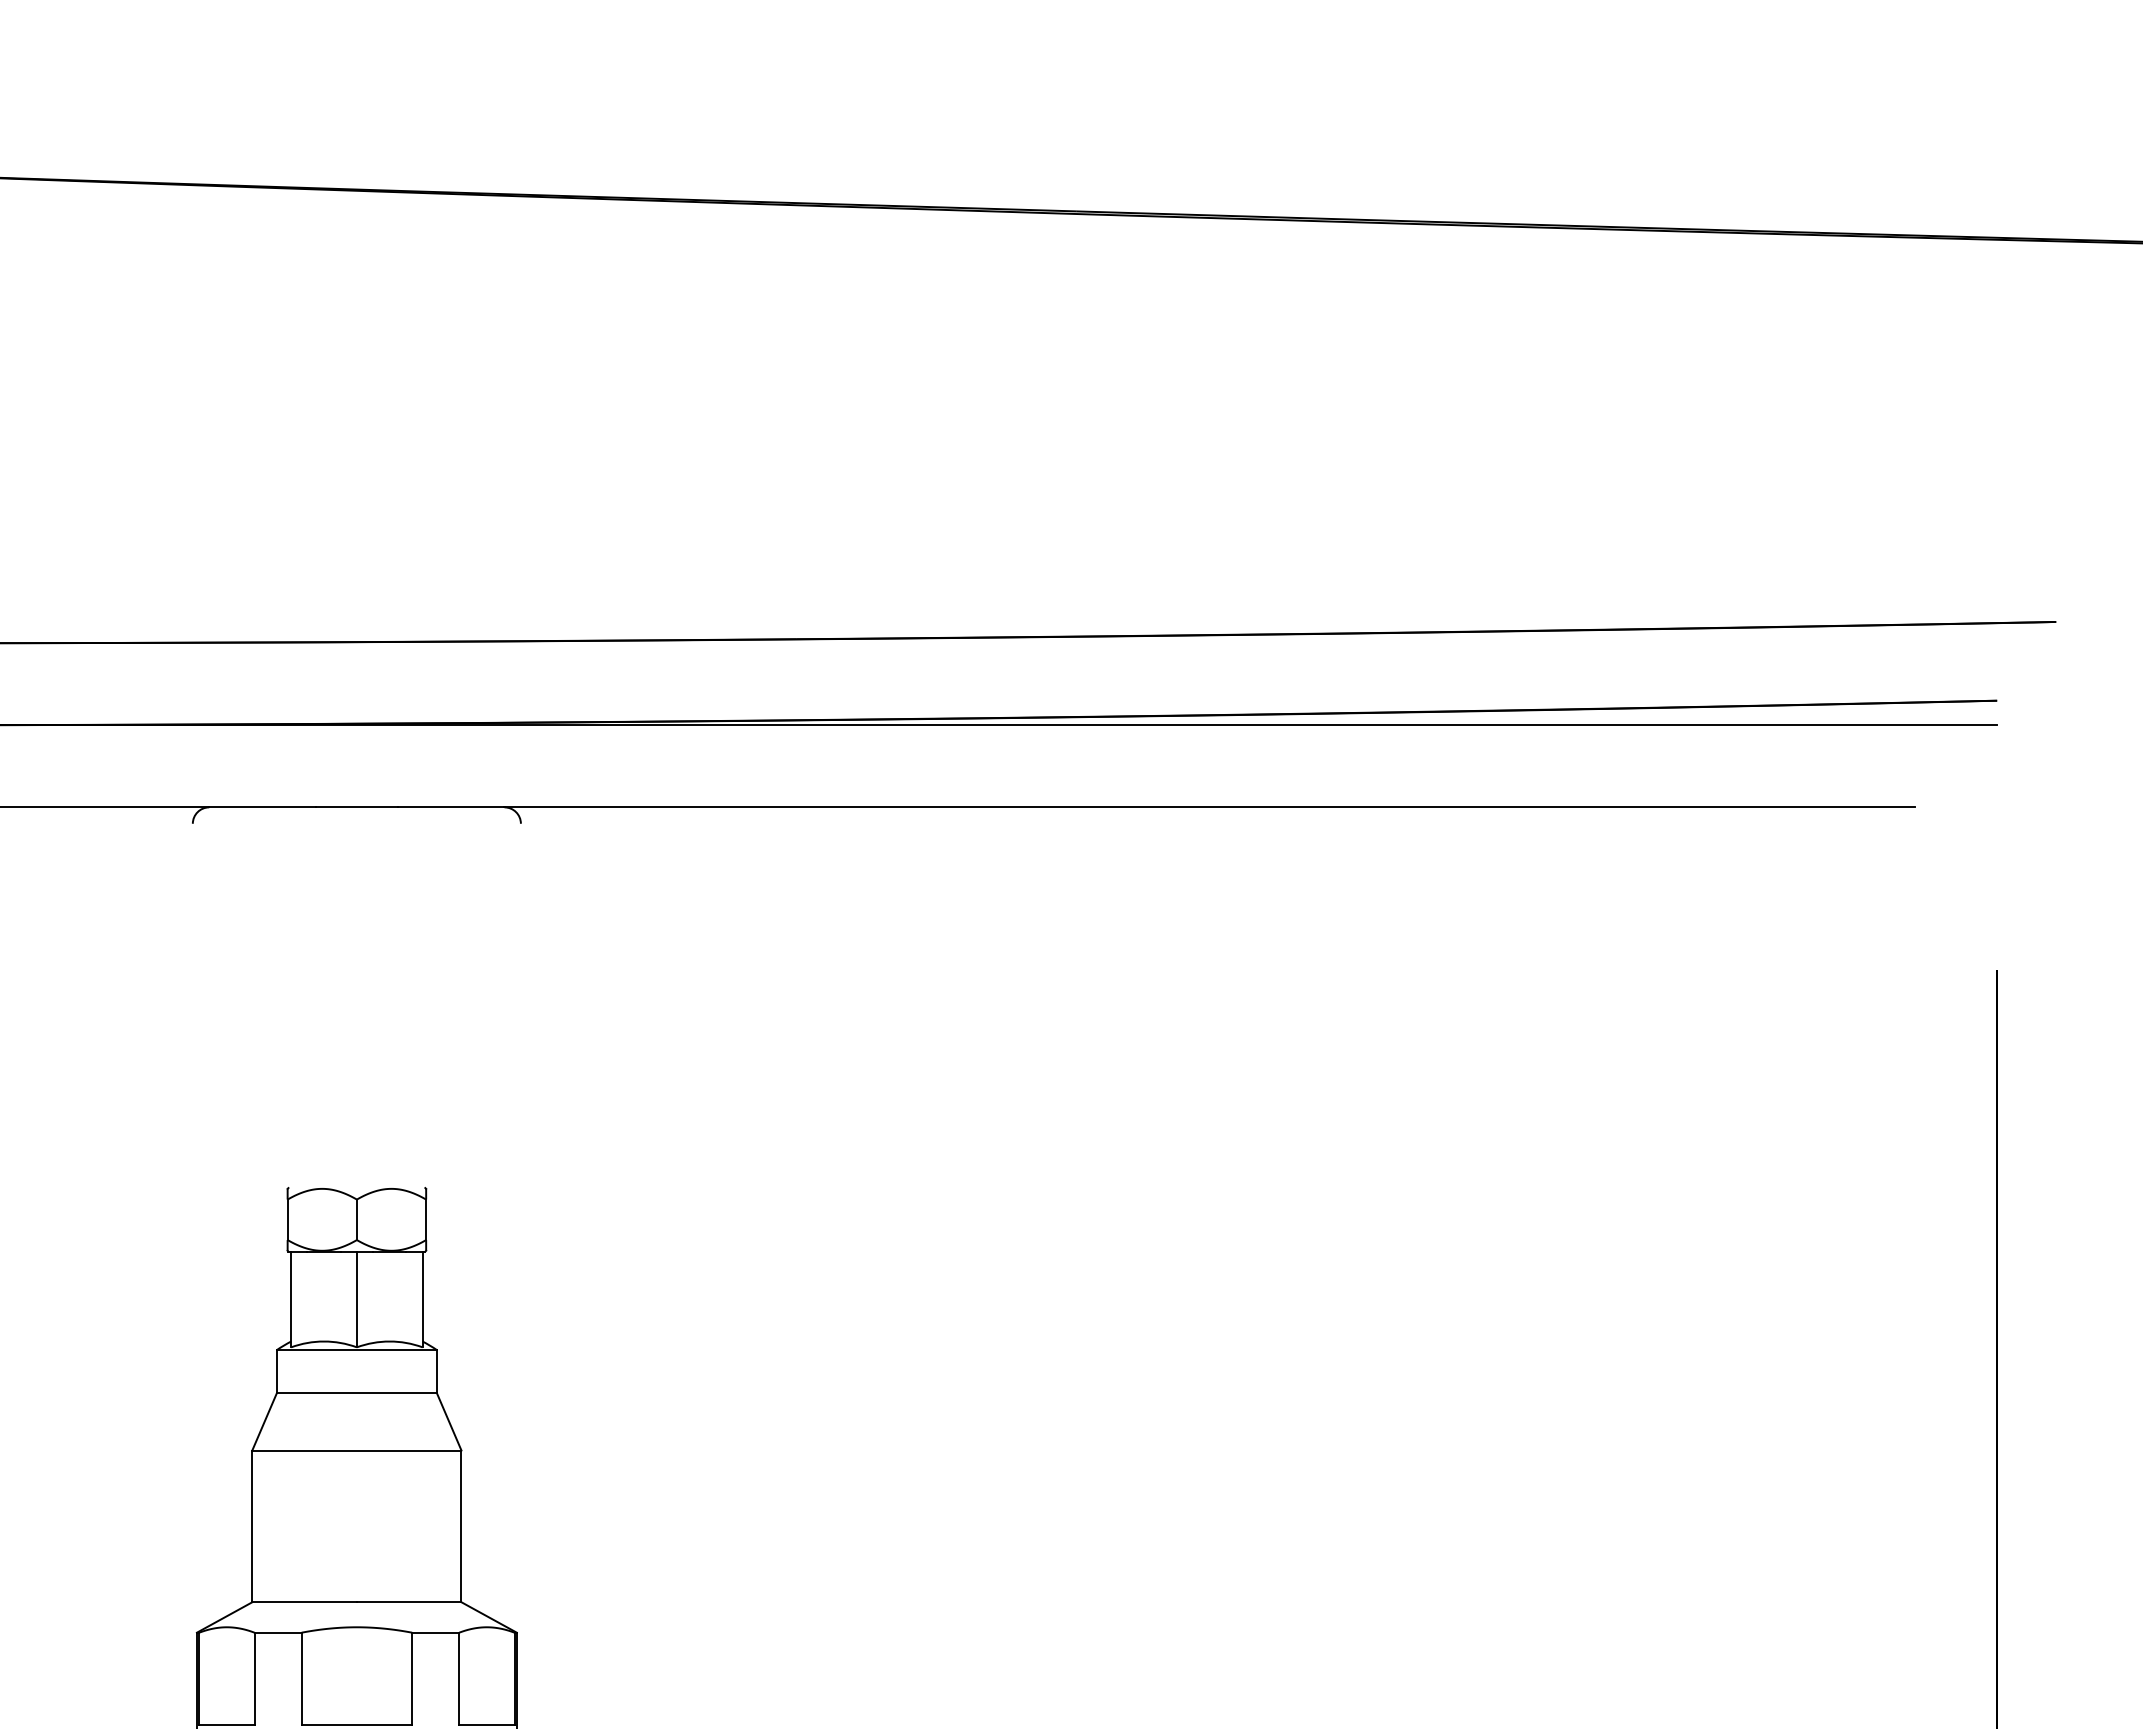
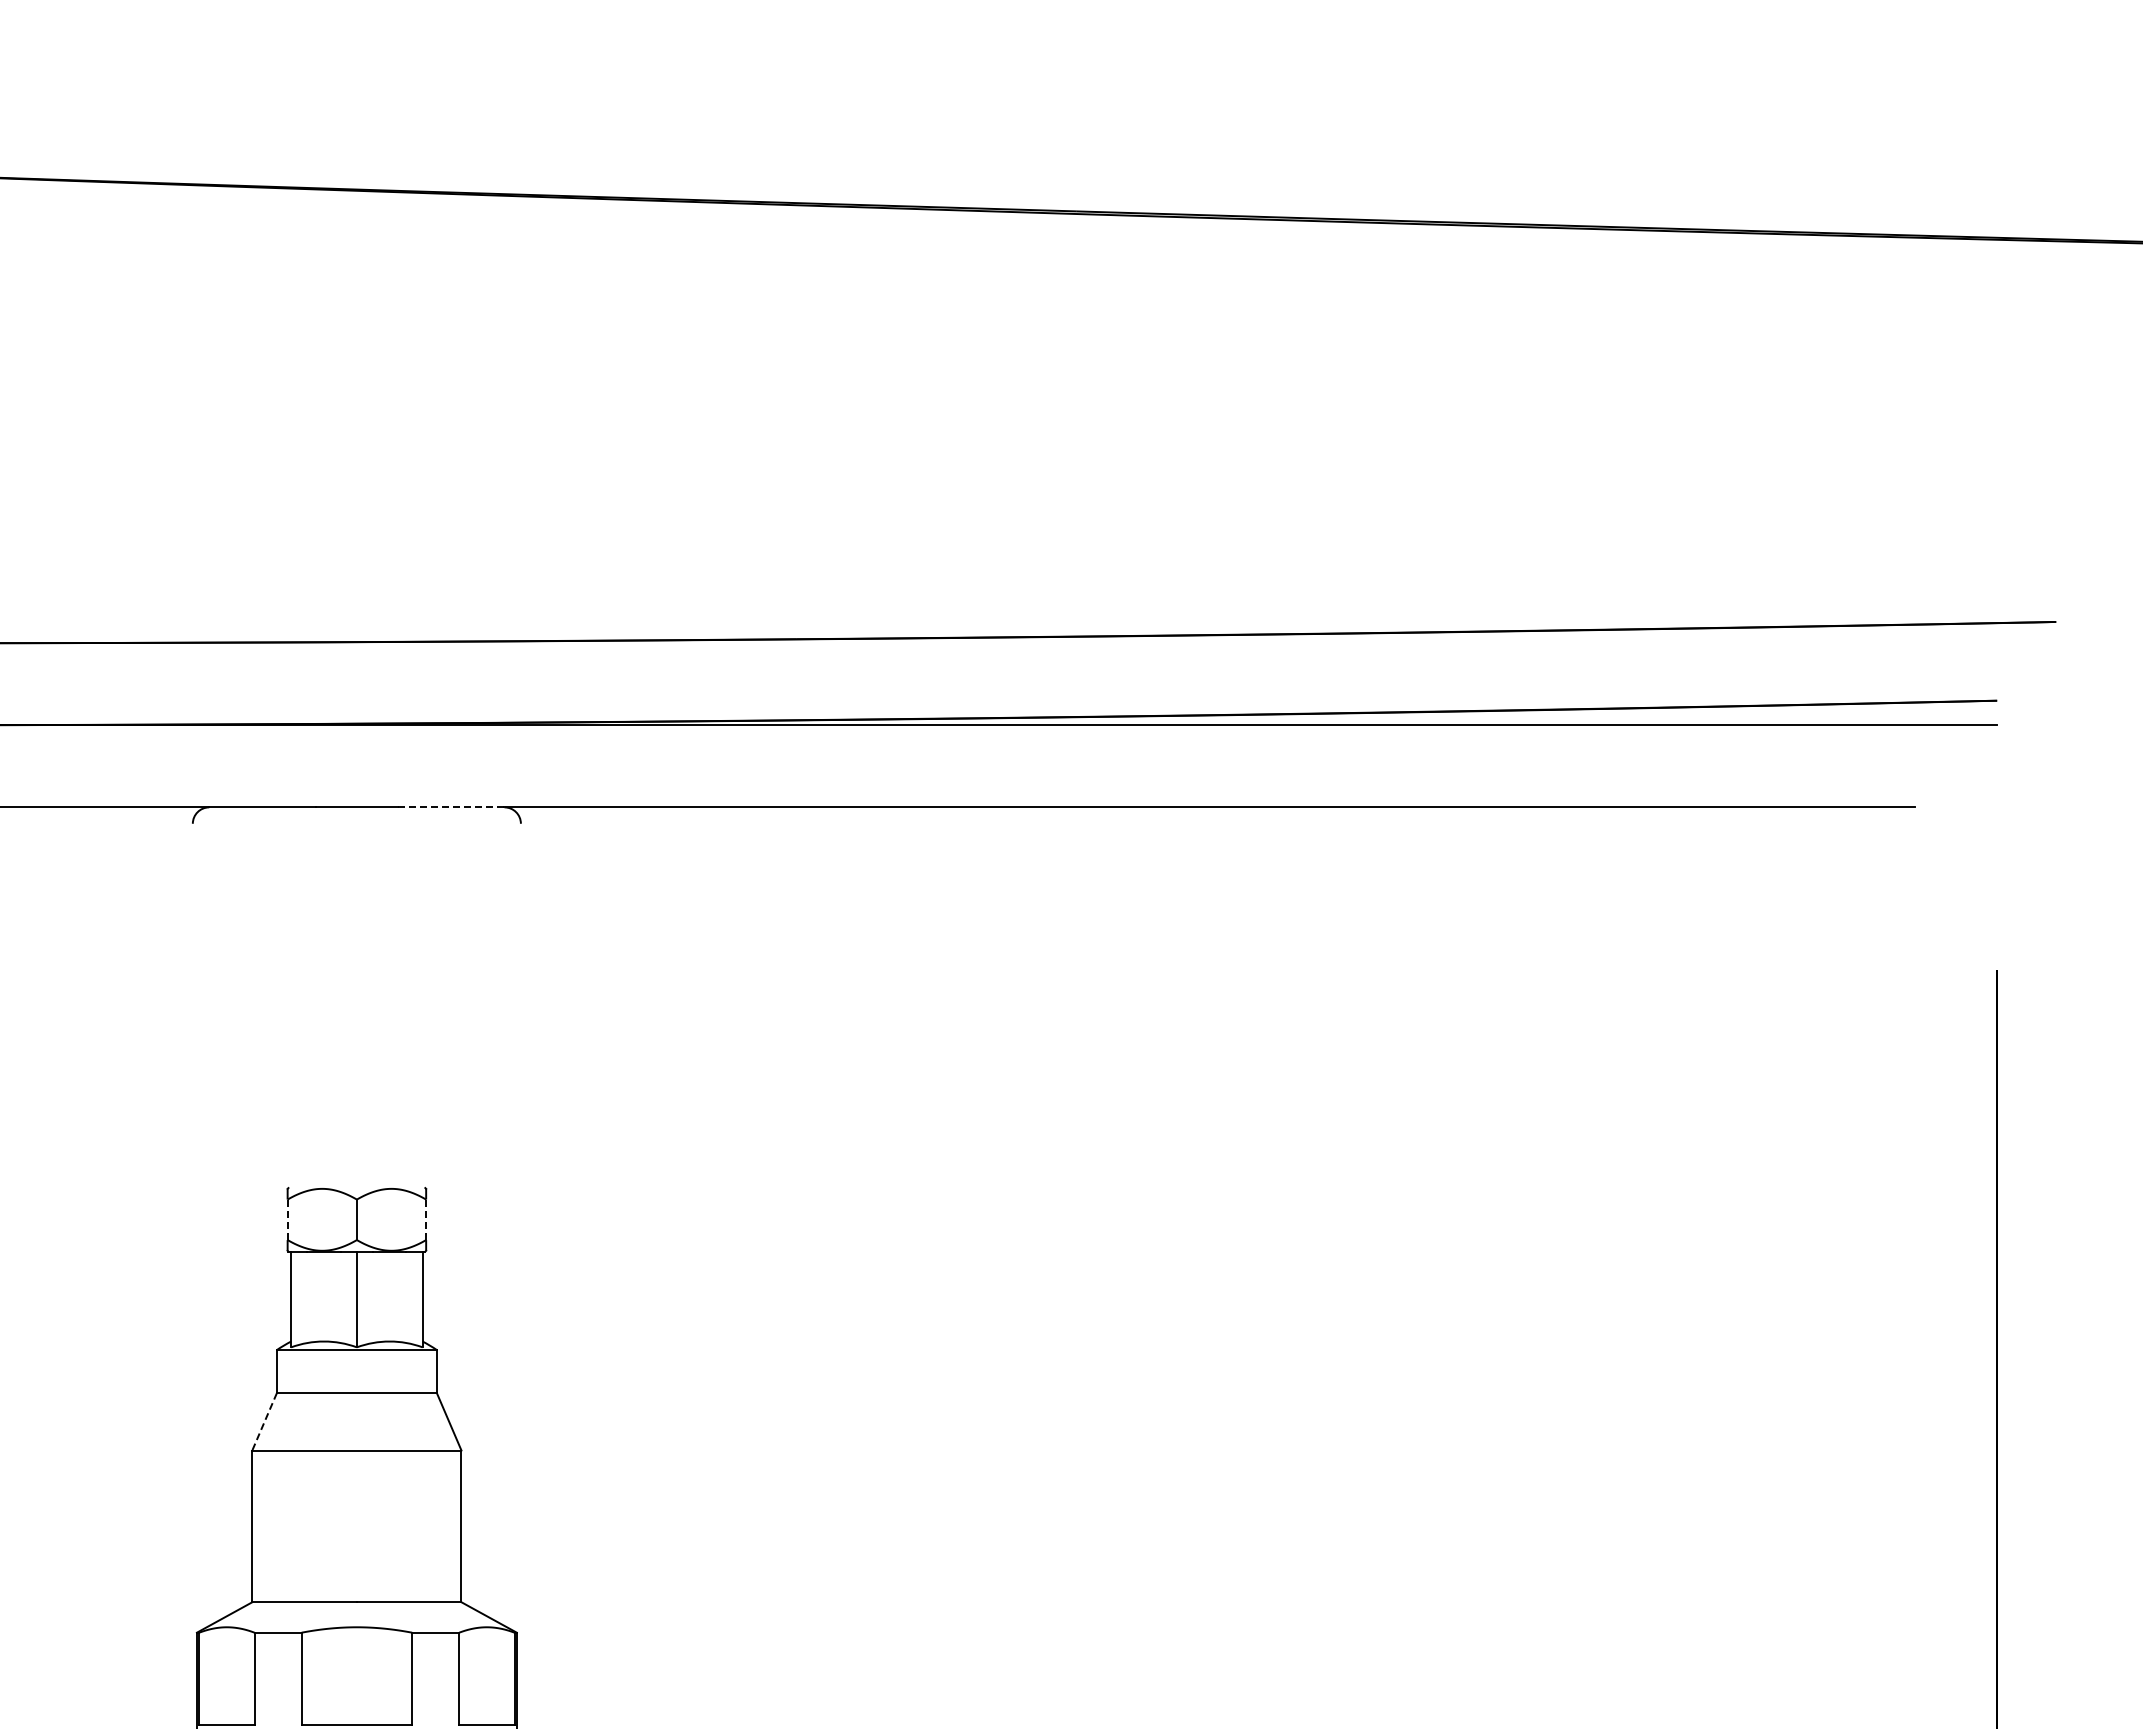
line at (451, 807): solid -> dashed
line at (287, 1220): solid -> dashed
line at (426, 1220): solid -> dashed
line at (264, 1422): solid -> dashed
